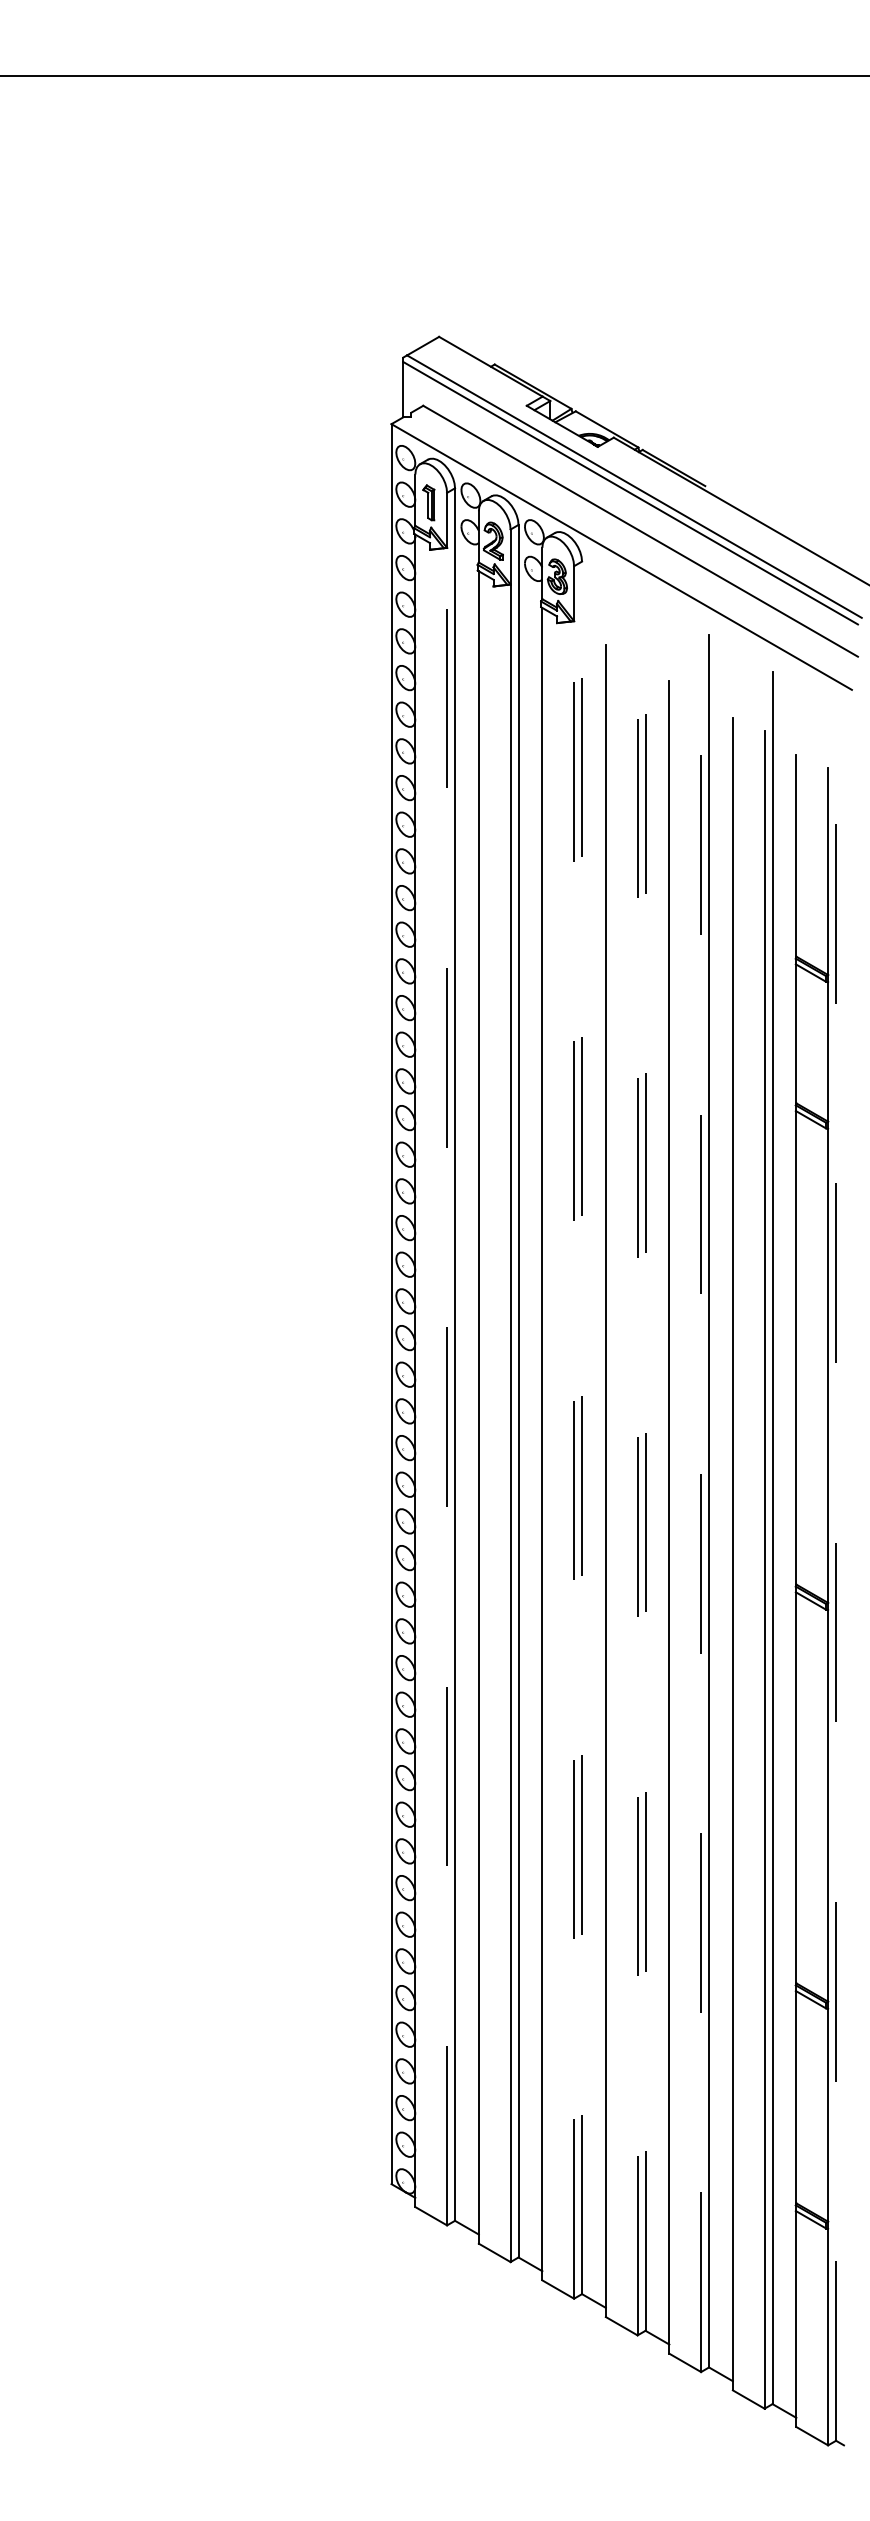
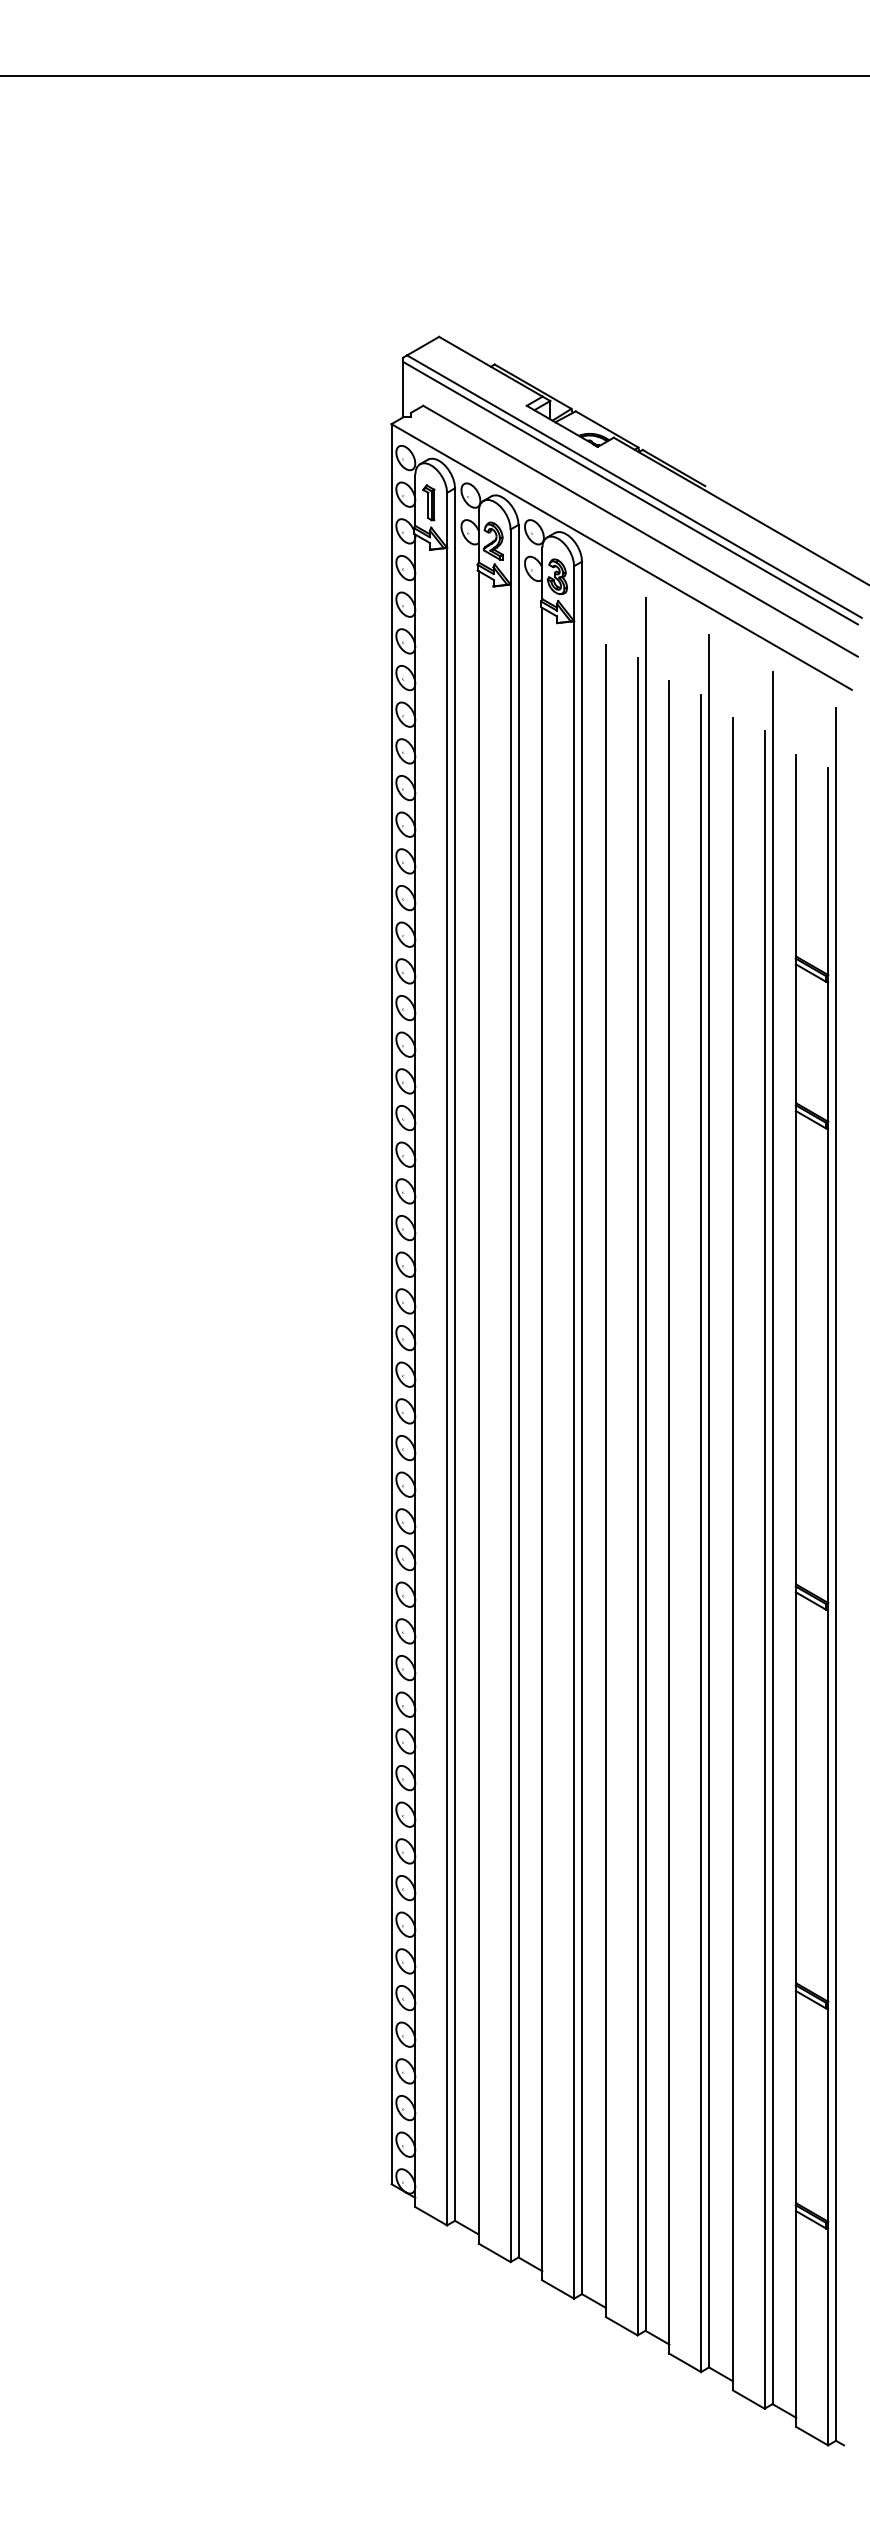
line at (447, 1386): dashed -> solid
line at (582, 1427): dashed -> solid
line at (574, 1459): dashed -> solid
line at (645, 1464): dashed -> solid
line at (637, 1496): dashed -> solid
line at (701, 1533): dashed -> solid
line at (836, 1574): dashed -> solid
